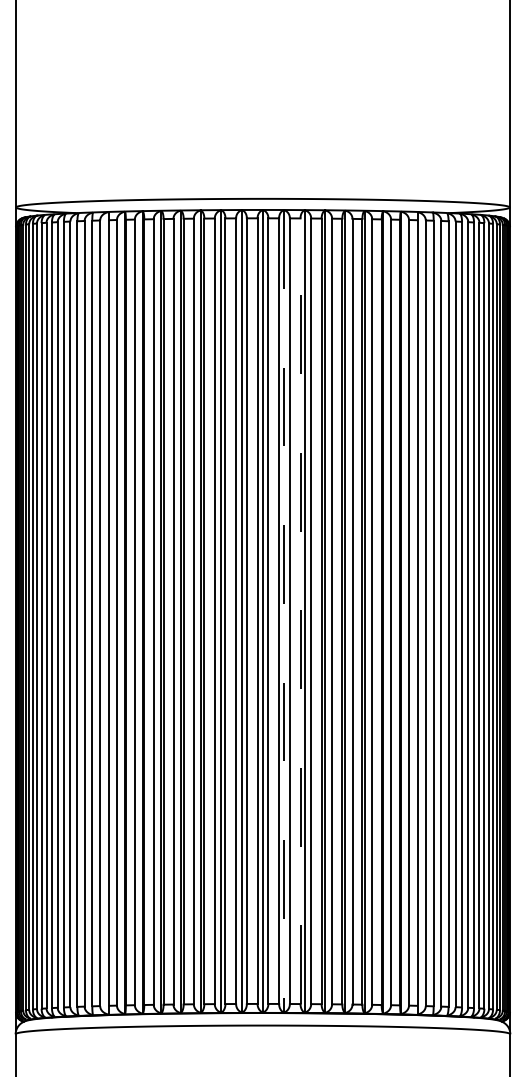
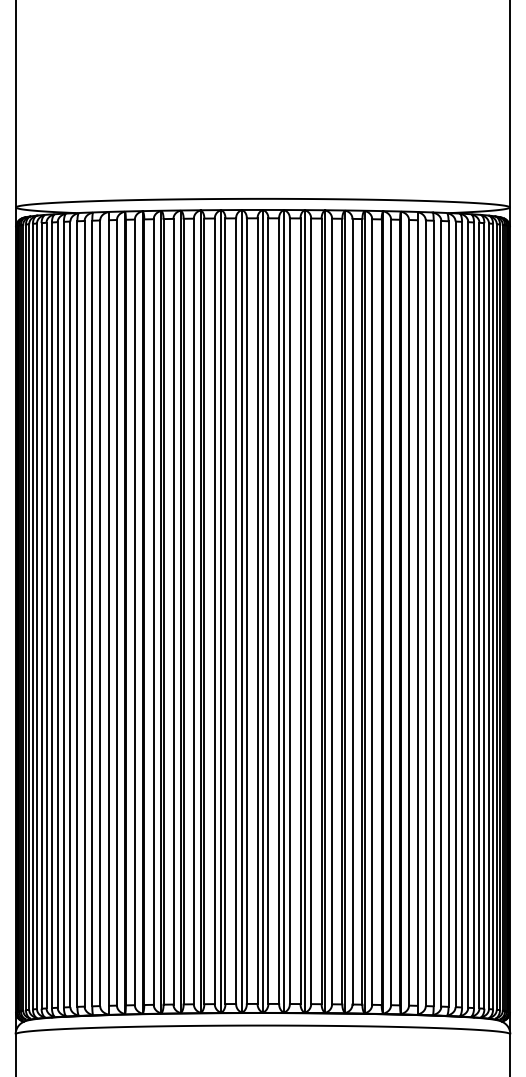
line at (283, 611): dashed -> solid
line at (300, 611): dashed -> solid
